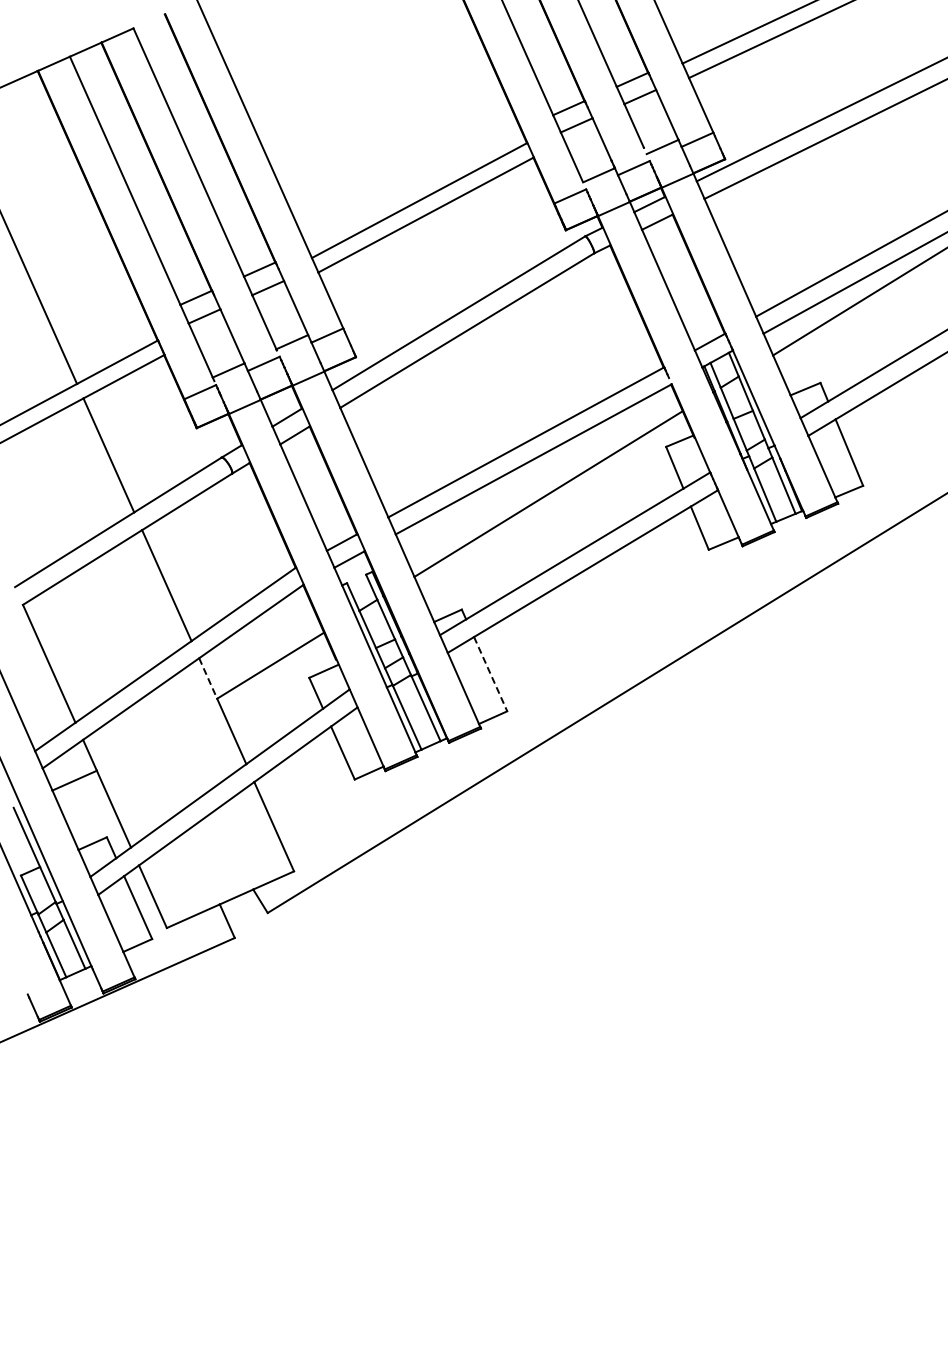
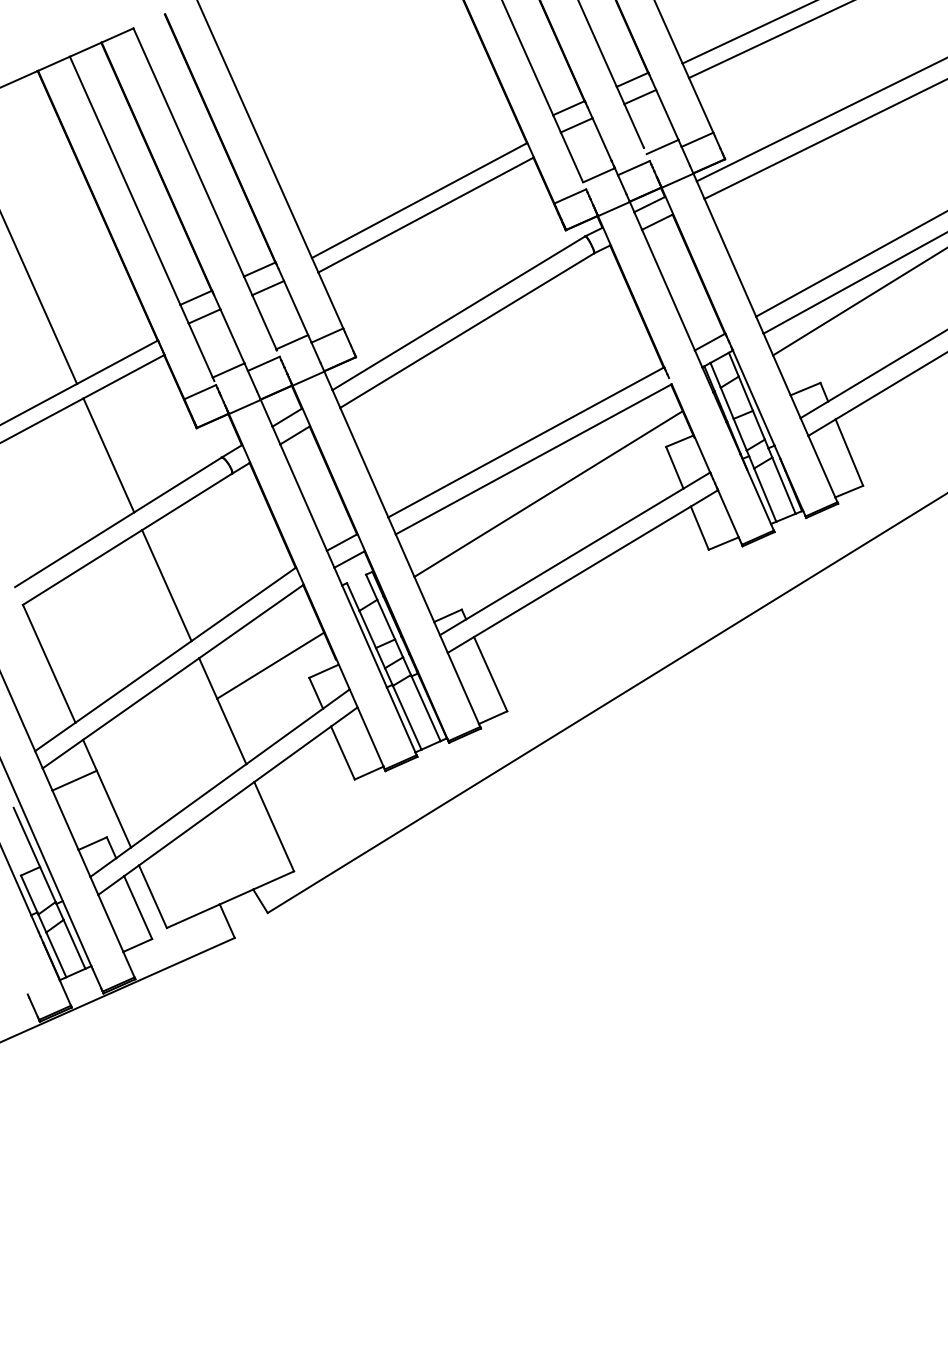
line at (490, 674): dashed -> solid
line at (208, 678): dashed -> solid
